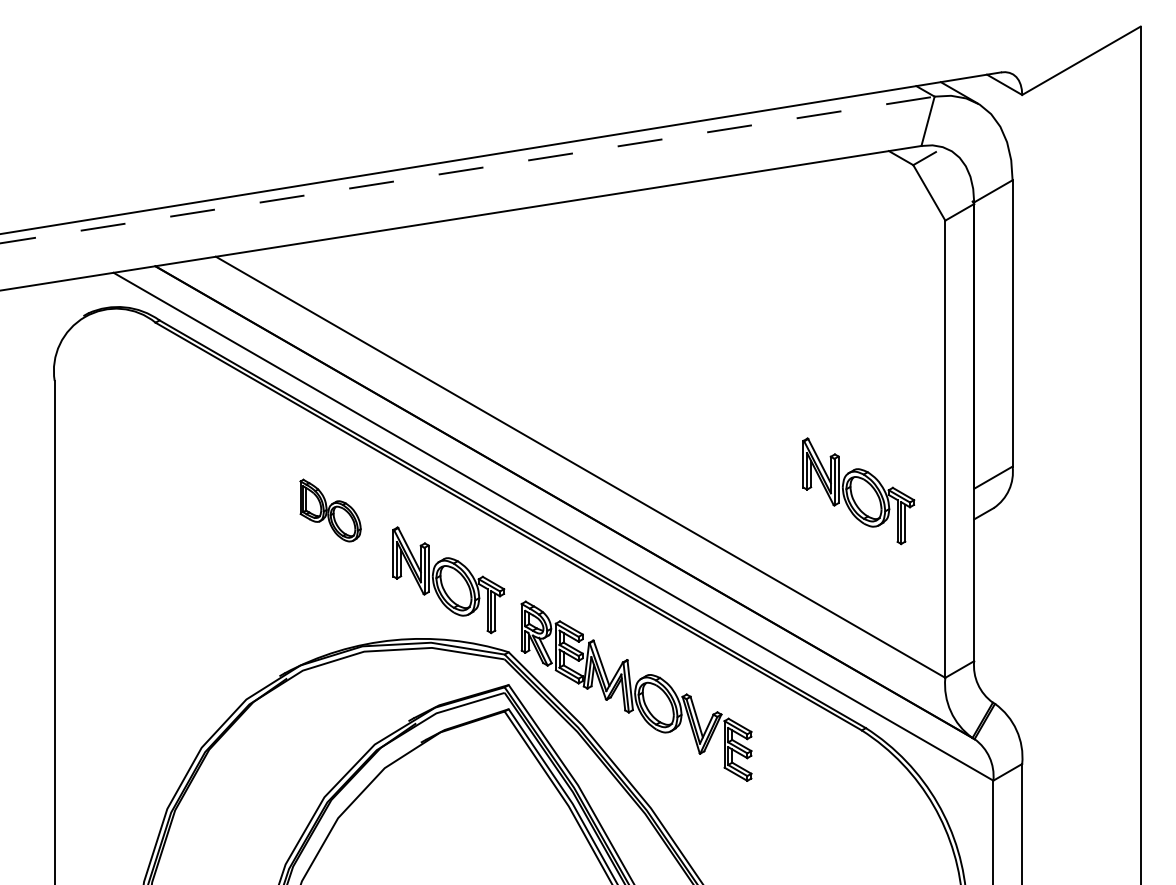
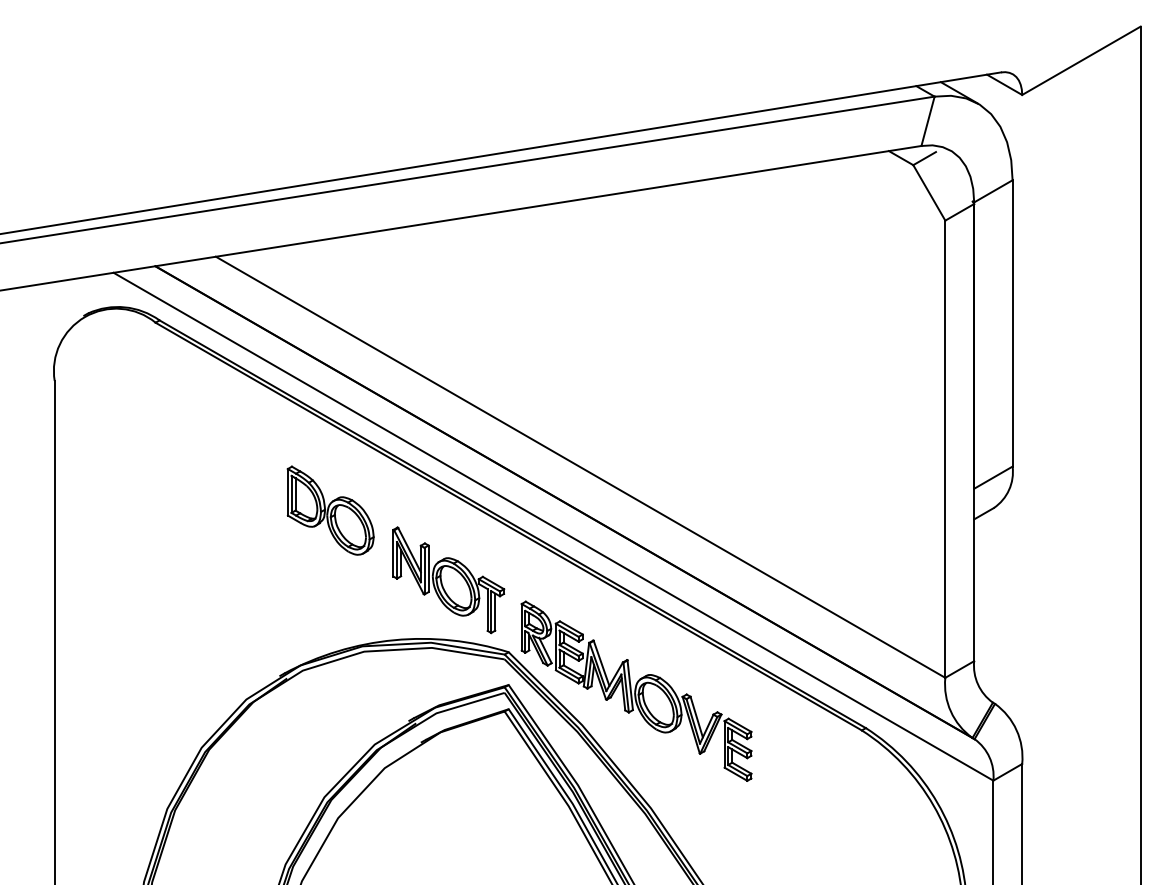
line at (467, 170): dashed -> solid
part at (858, 491): present -> none
part at (330, 510) size: 63x65 px -> 89x91 px
